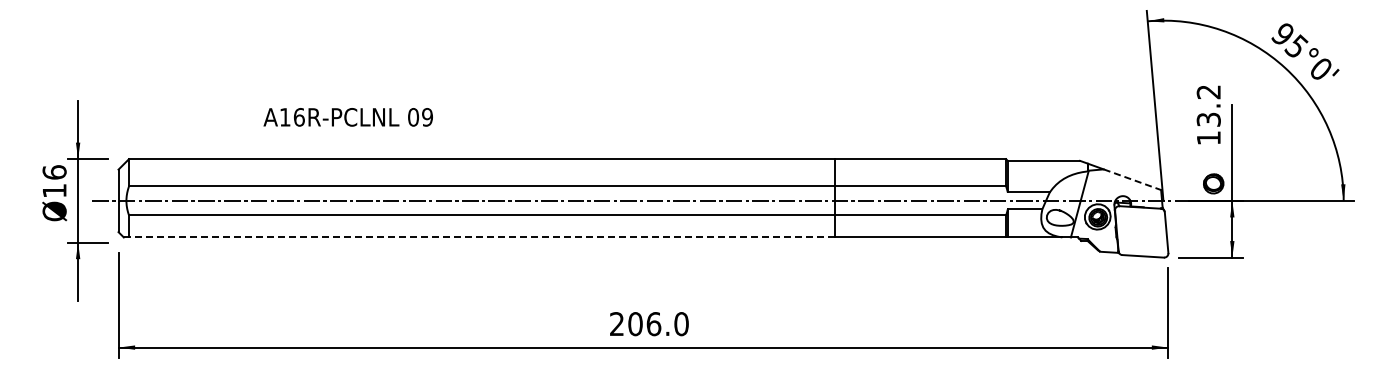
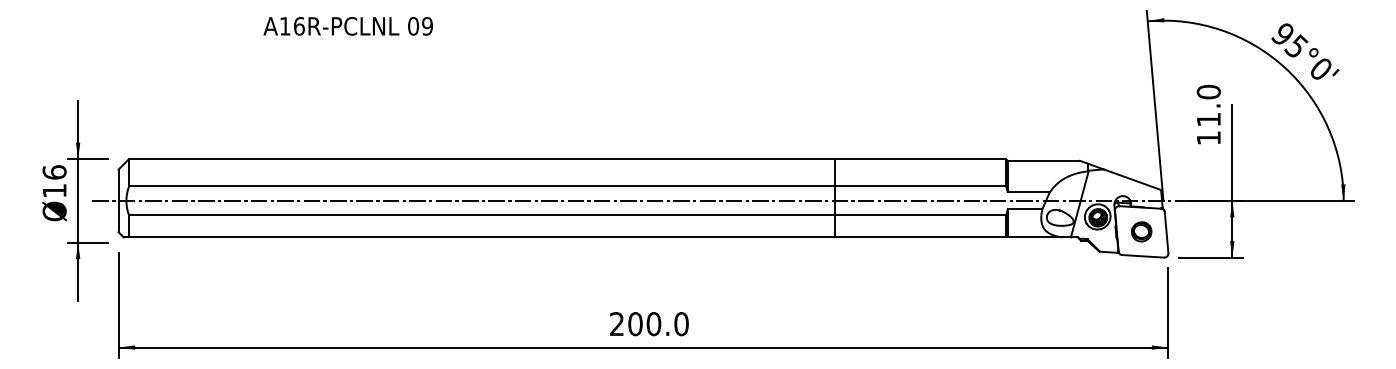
text at (1208, 105): 13.2 -> 11.0
text at (347, 117) position: (347, 117) -> (347, 26)
line at (1132, 179): dashed -> solid
part at (1213, 183) position: (1213, 183) -> (1141, 231)
line at (481, 237): dashed -> solid
text at (653, 323): 206.0 -> 200.0
